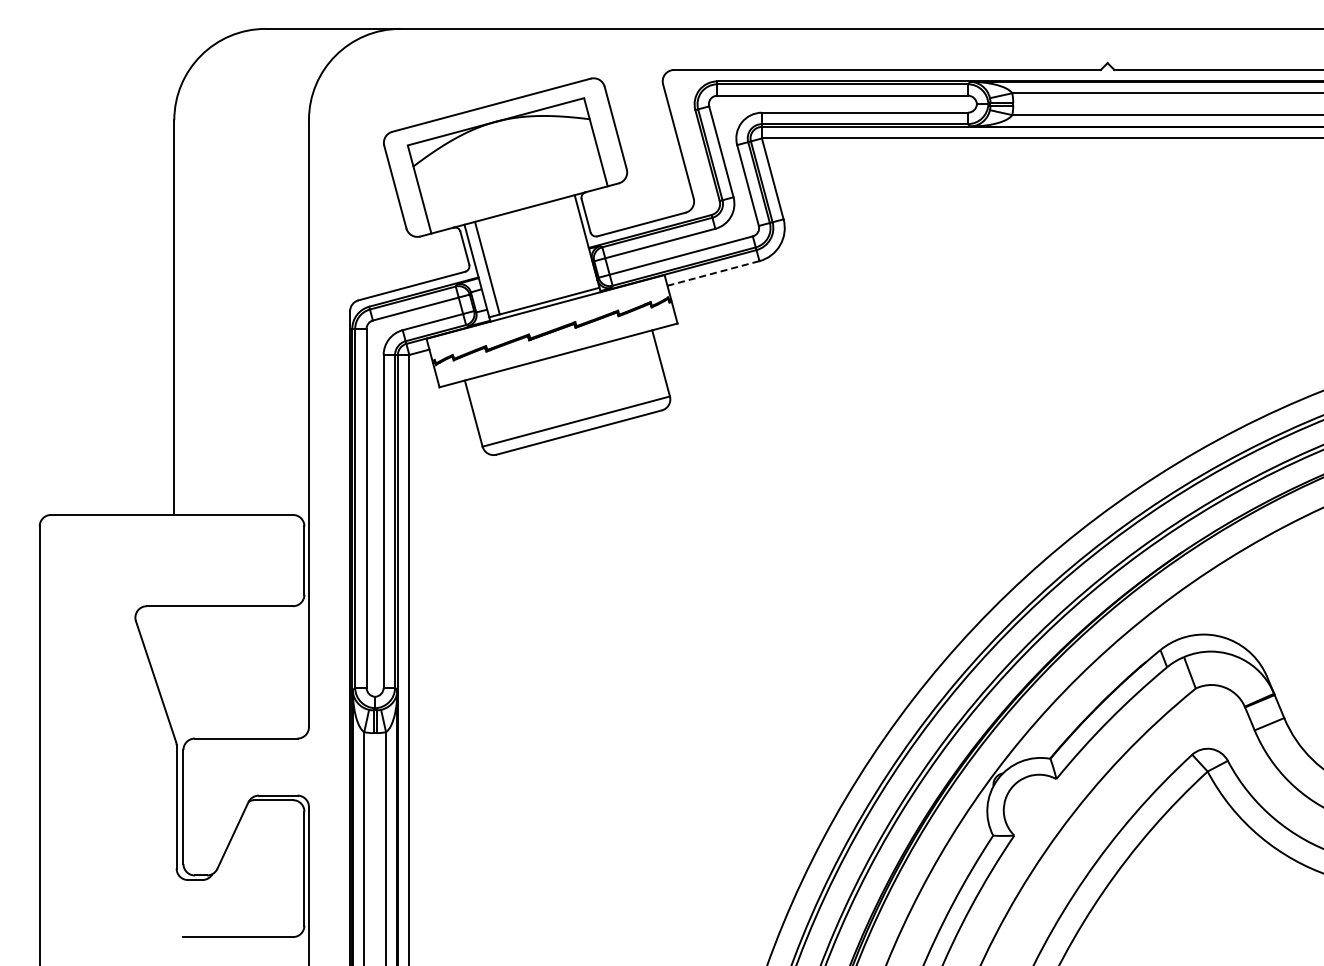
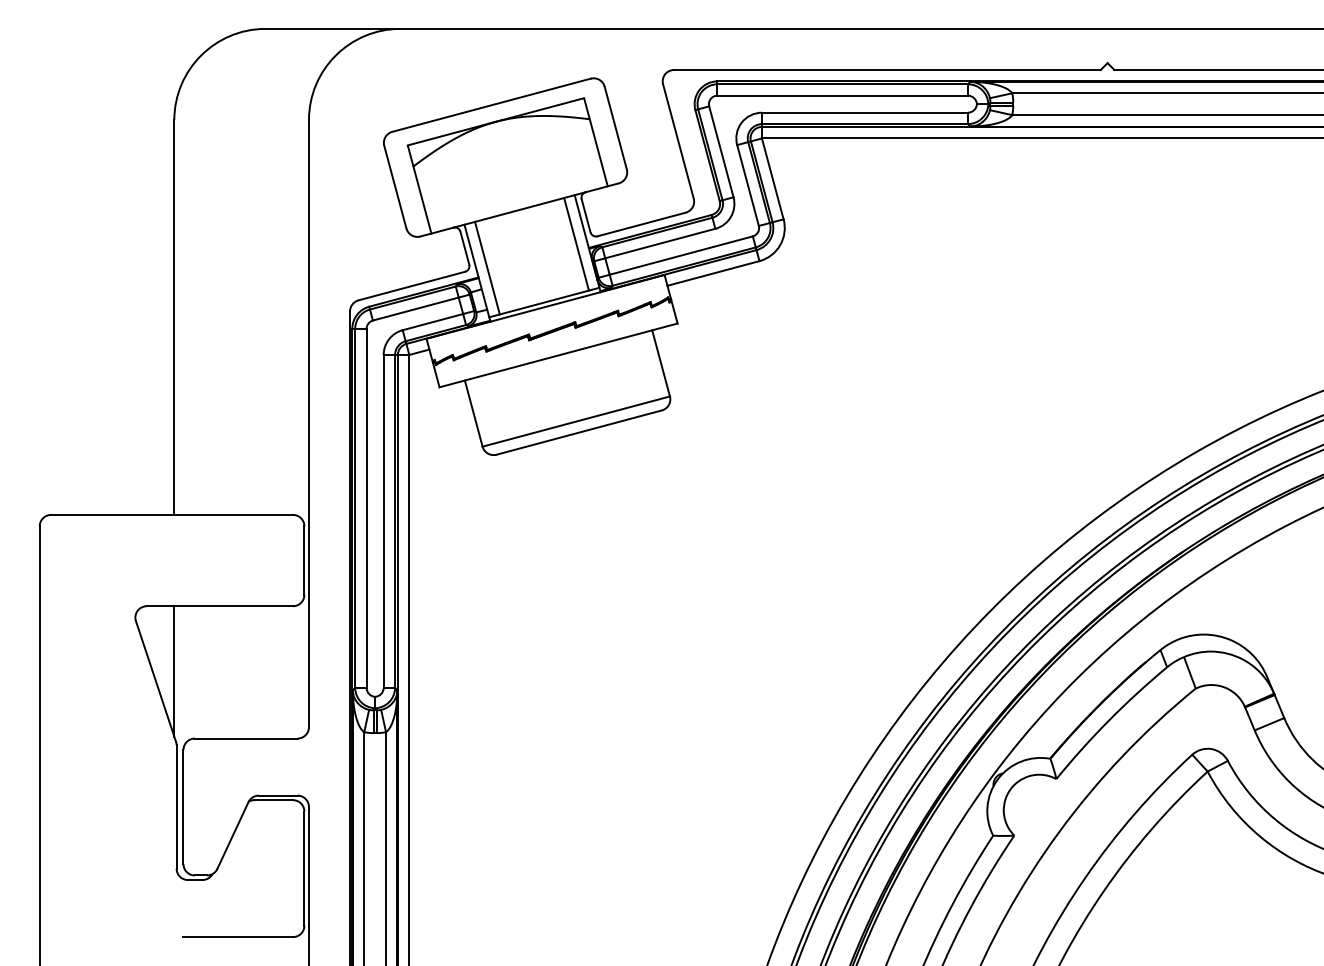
line at (576, 244): none -> present
line at (713, 273): dashed -> solid
line at (174, 671): none -> present
